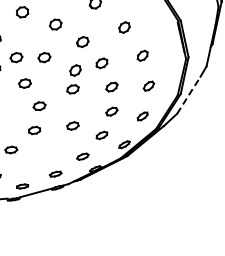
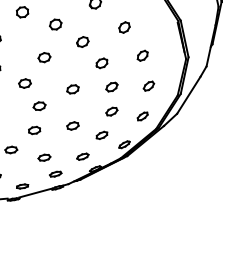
part at (16, 57): present -> none
part at (75, 70): present -> none
line at (188, 95): dashed -> solid
part at (44, 157): none -> present
